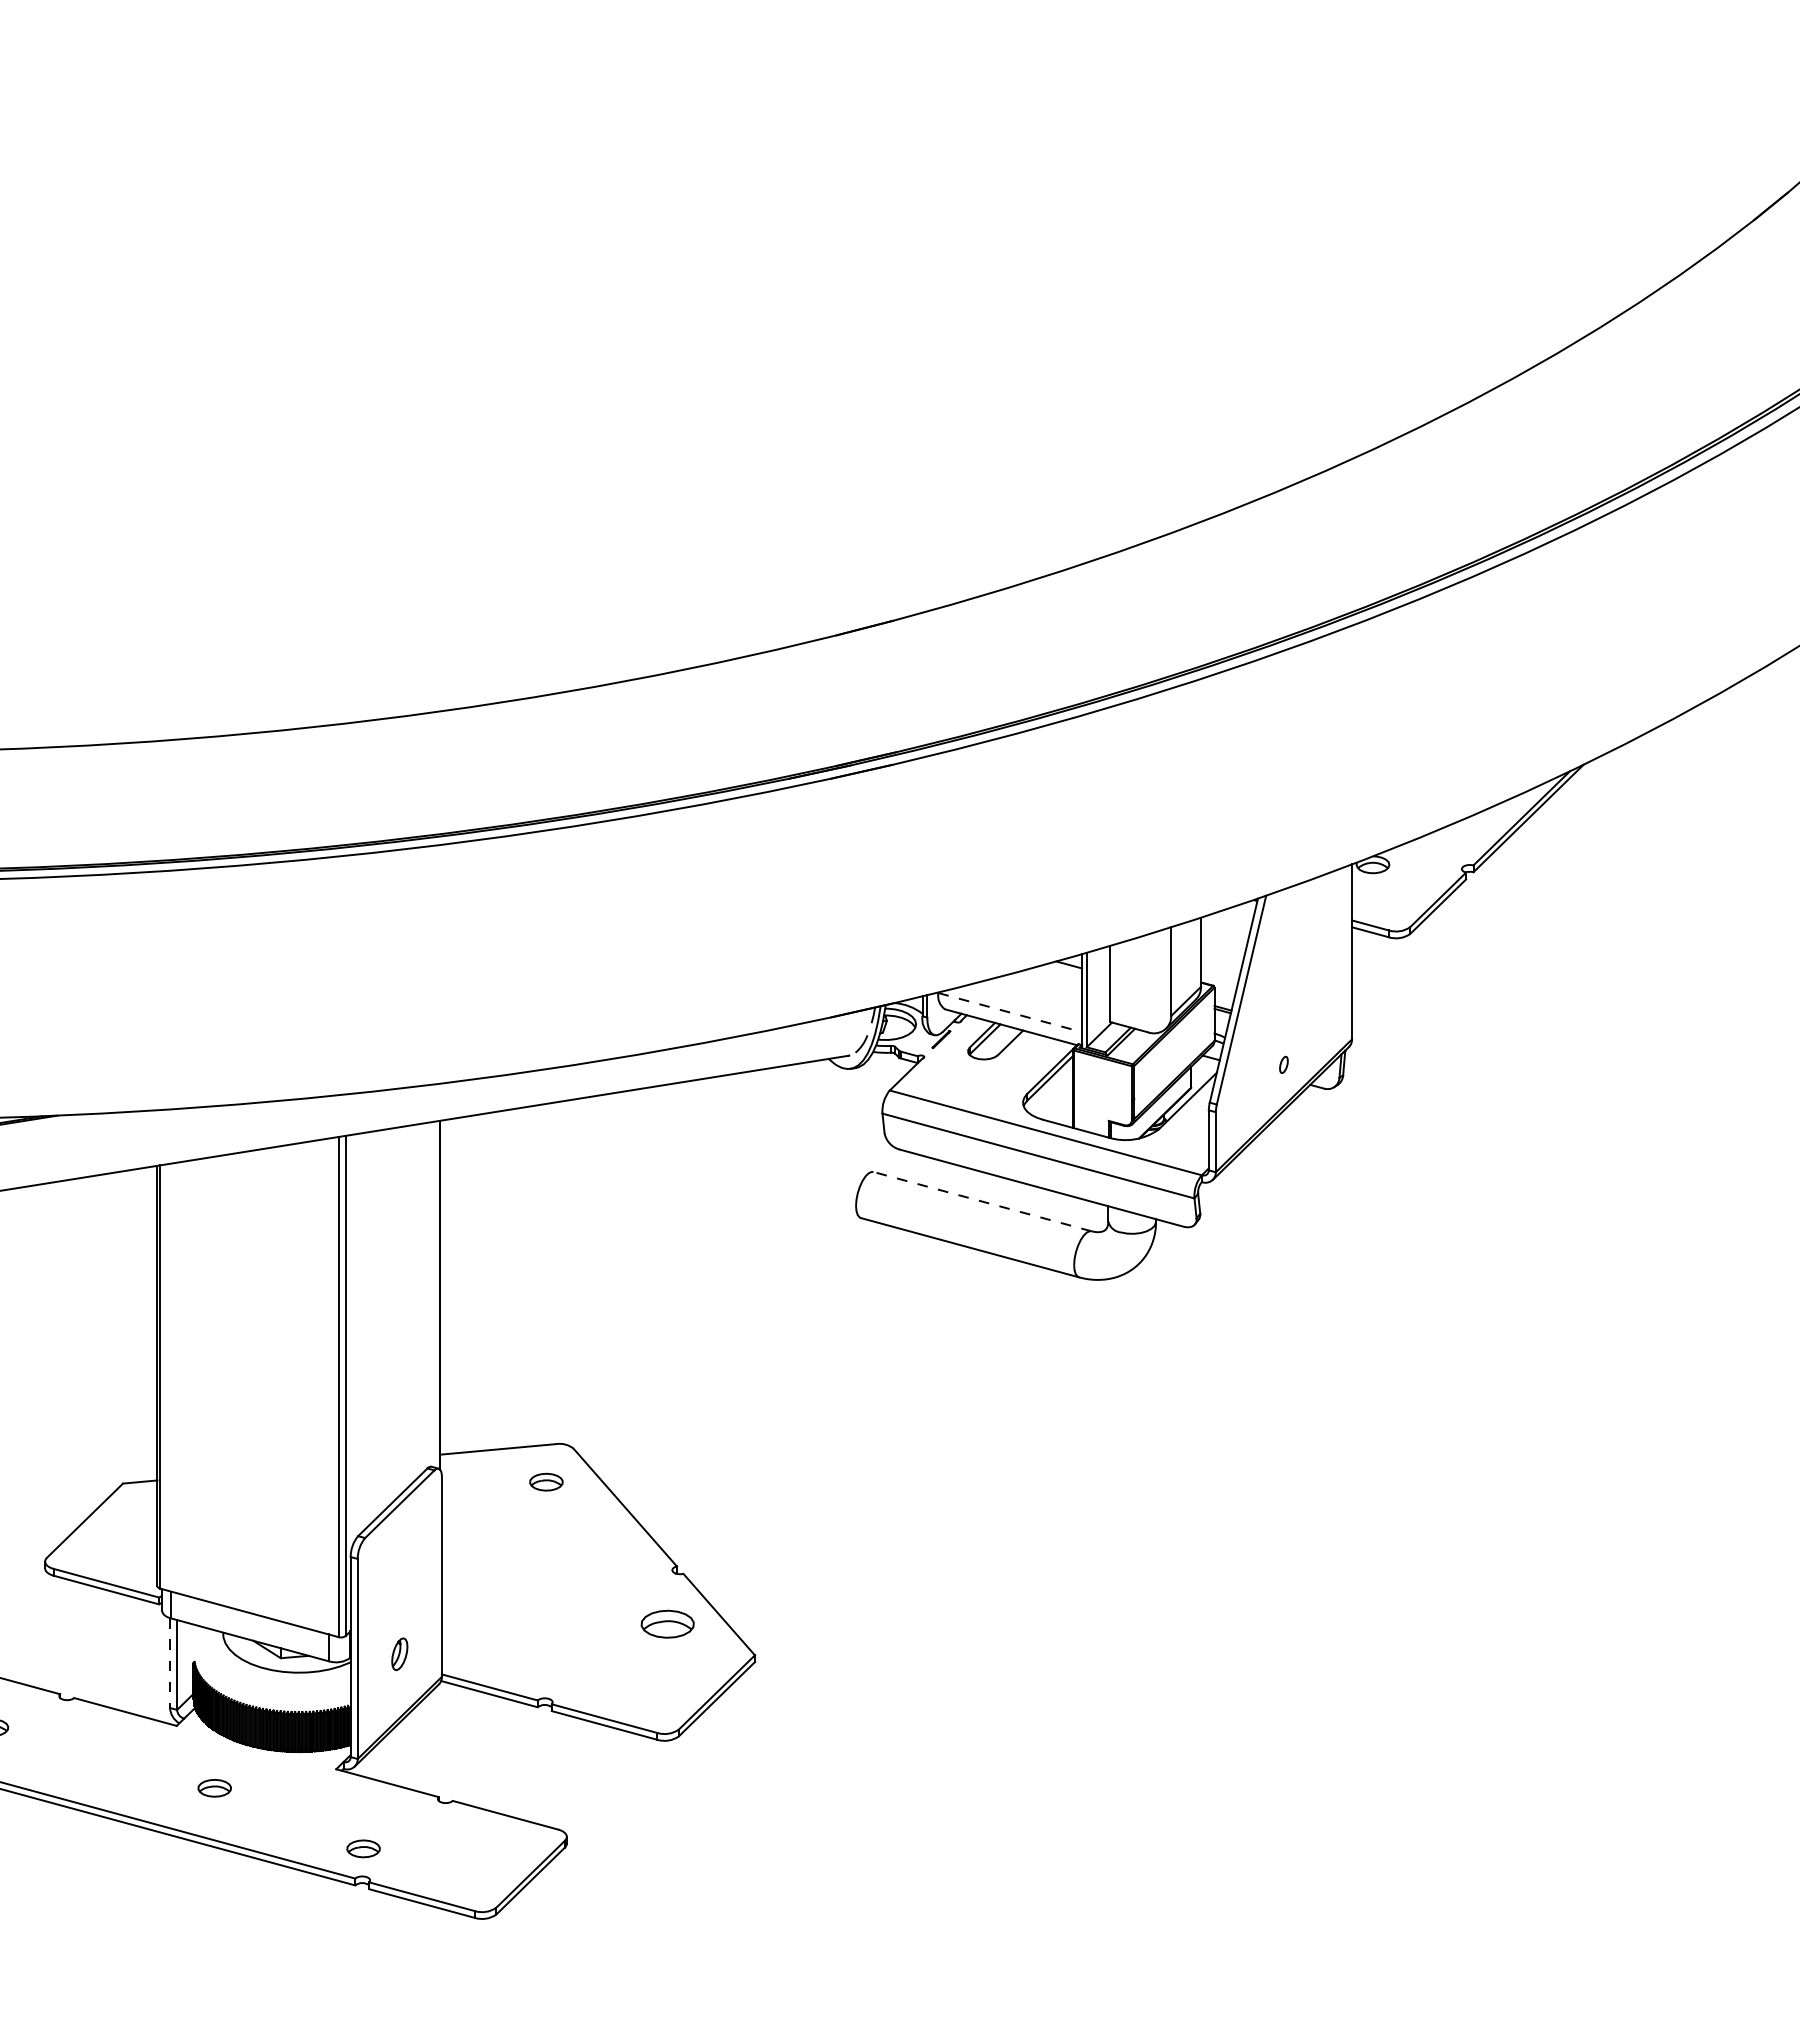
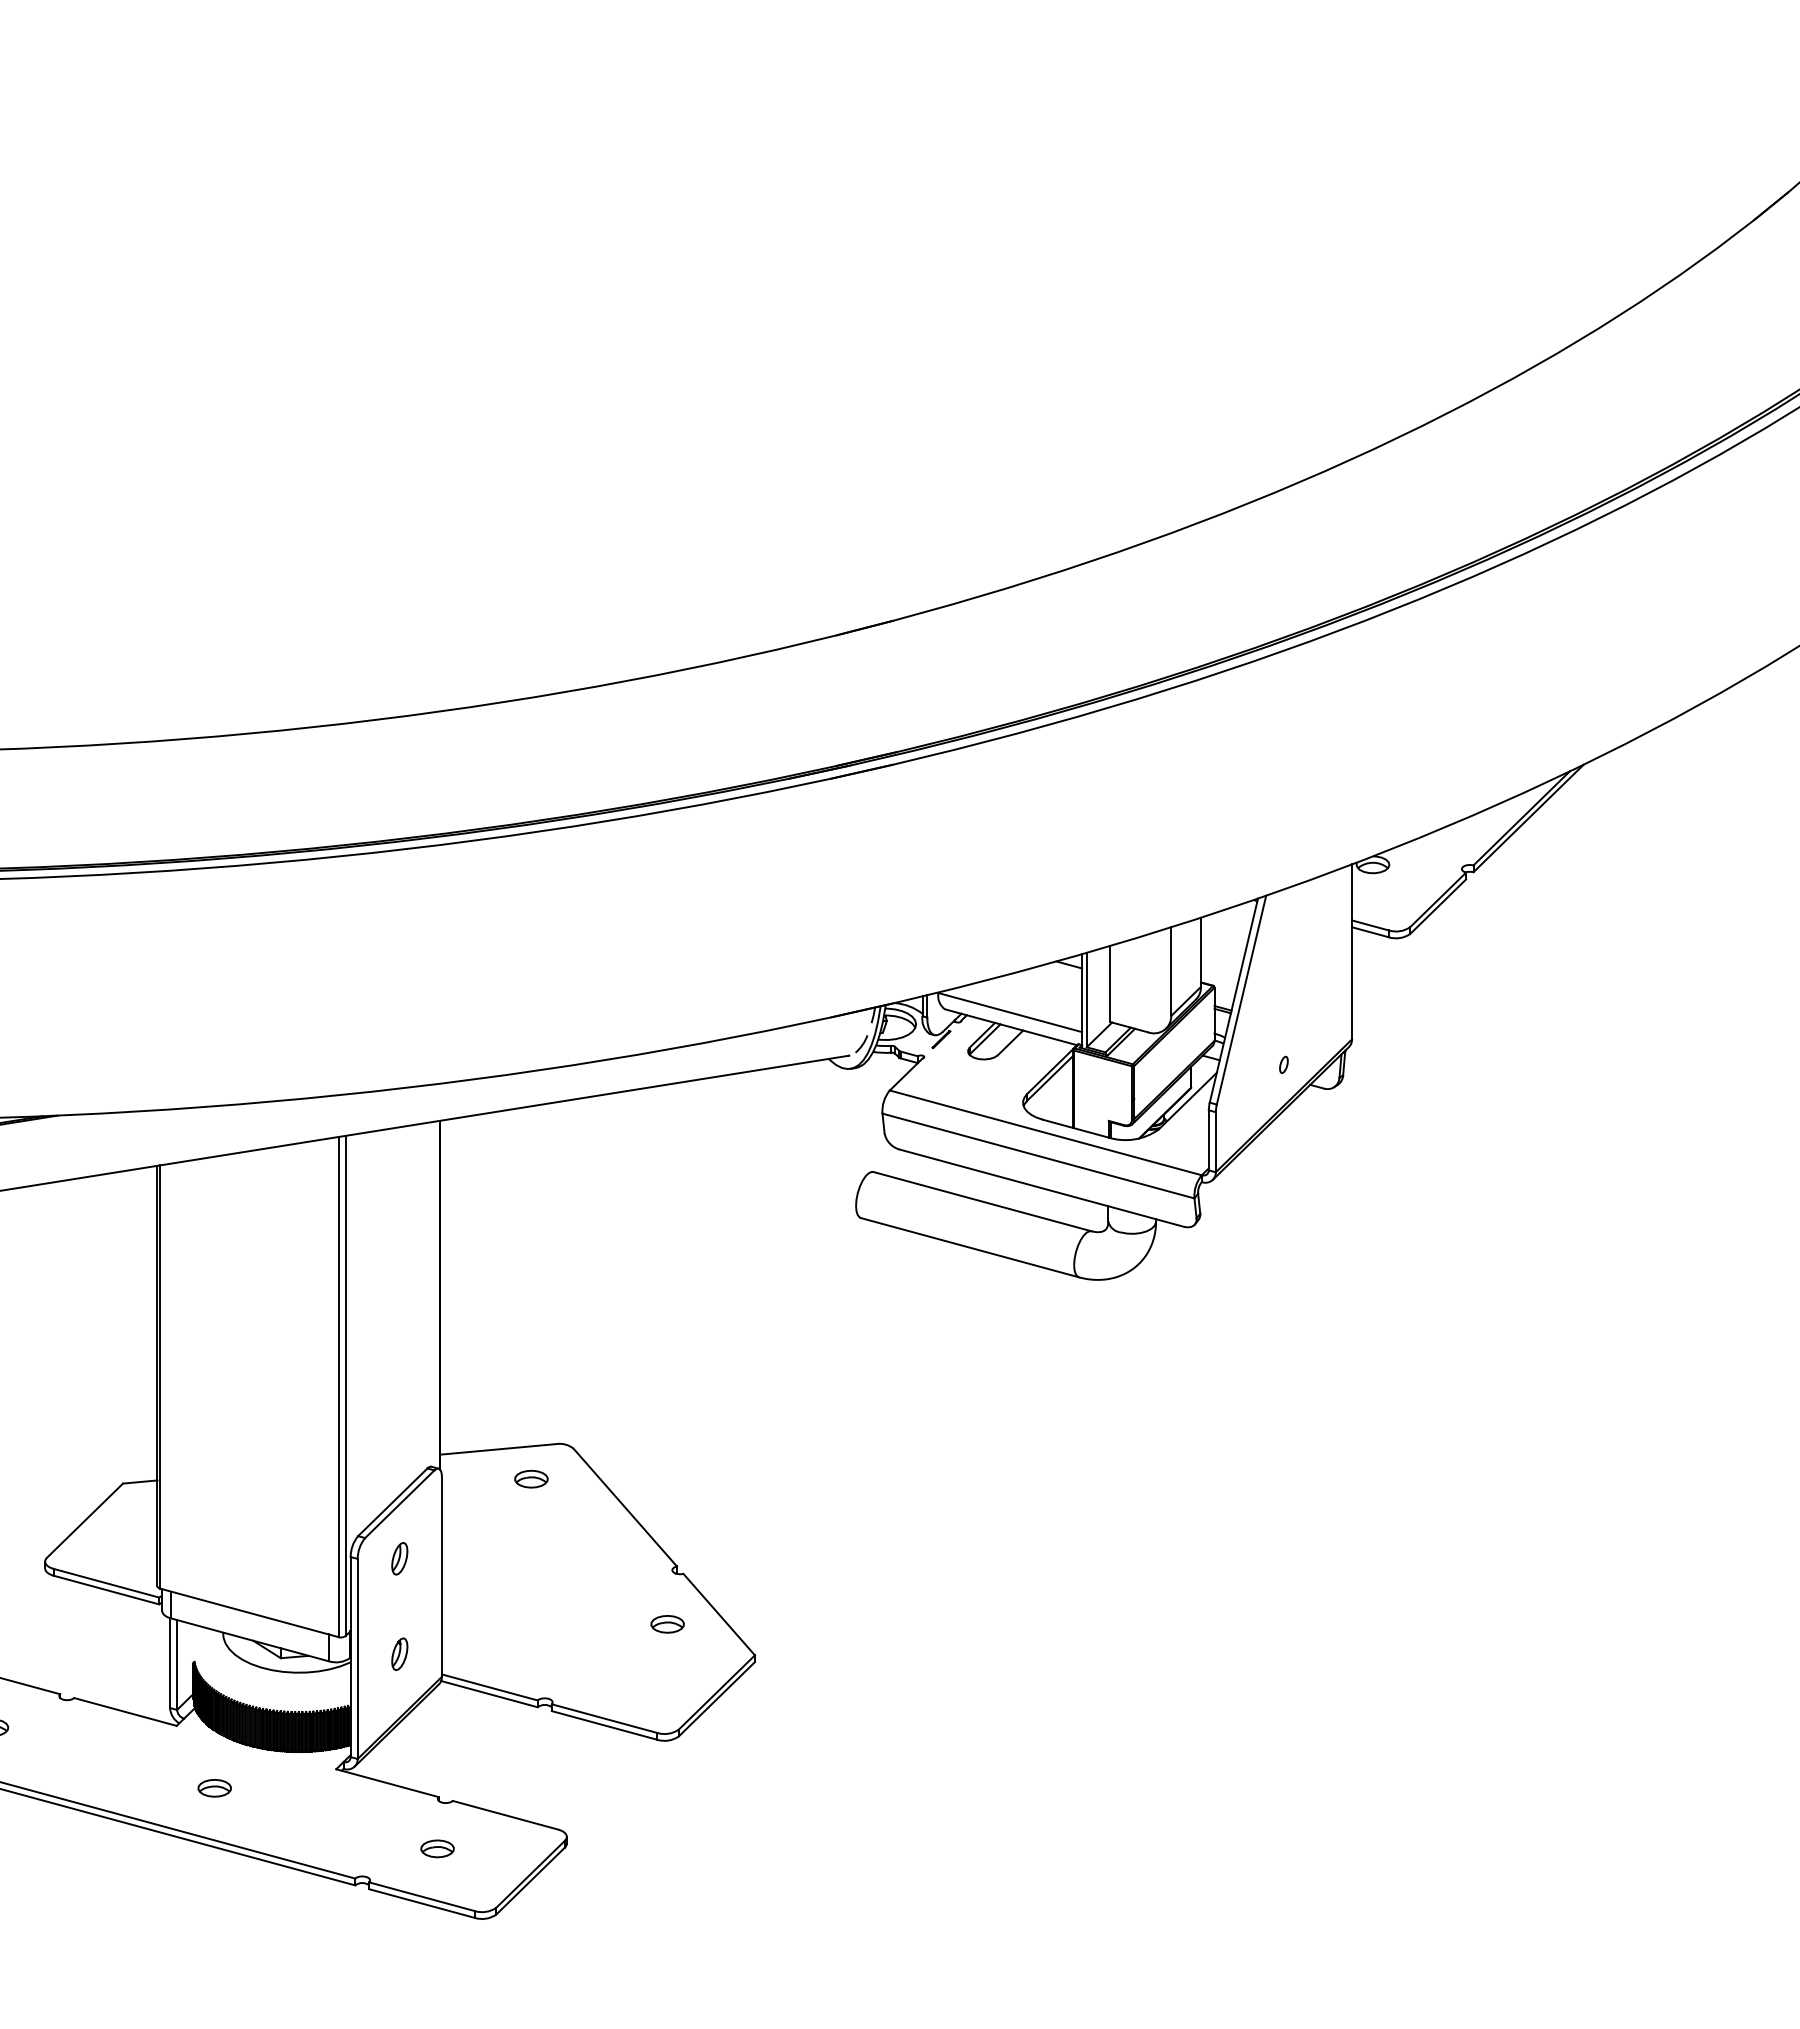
line at (1010, 1012): dashed -> solid
line at (982, 1201): dashed -> solid
part at (546, 1481) position: (546, 1481) -> (531, 1478)
part at (399, 1558): none -> present
part at (667, 1623) size: 55x30 px -> 35x19 px
line at (170, 1663): dashed -> solid
part at (363, 1848) position: (363, 1848) -> (437, 1848)
